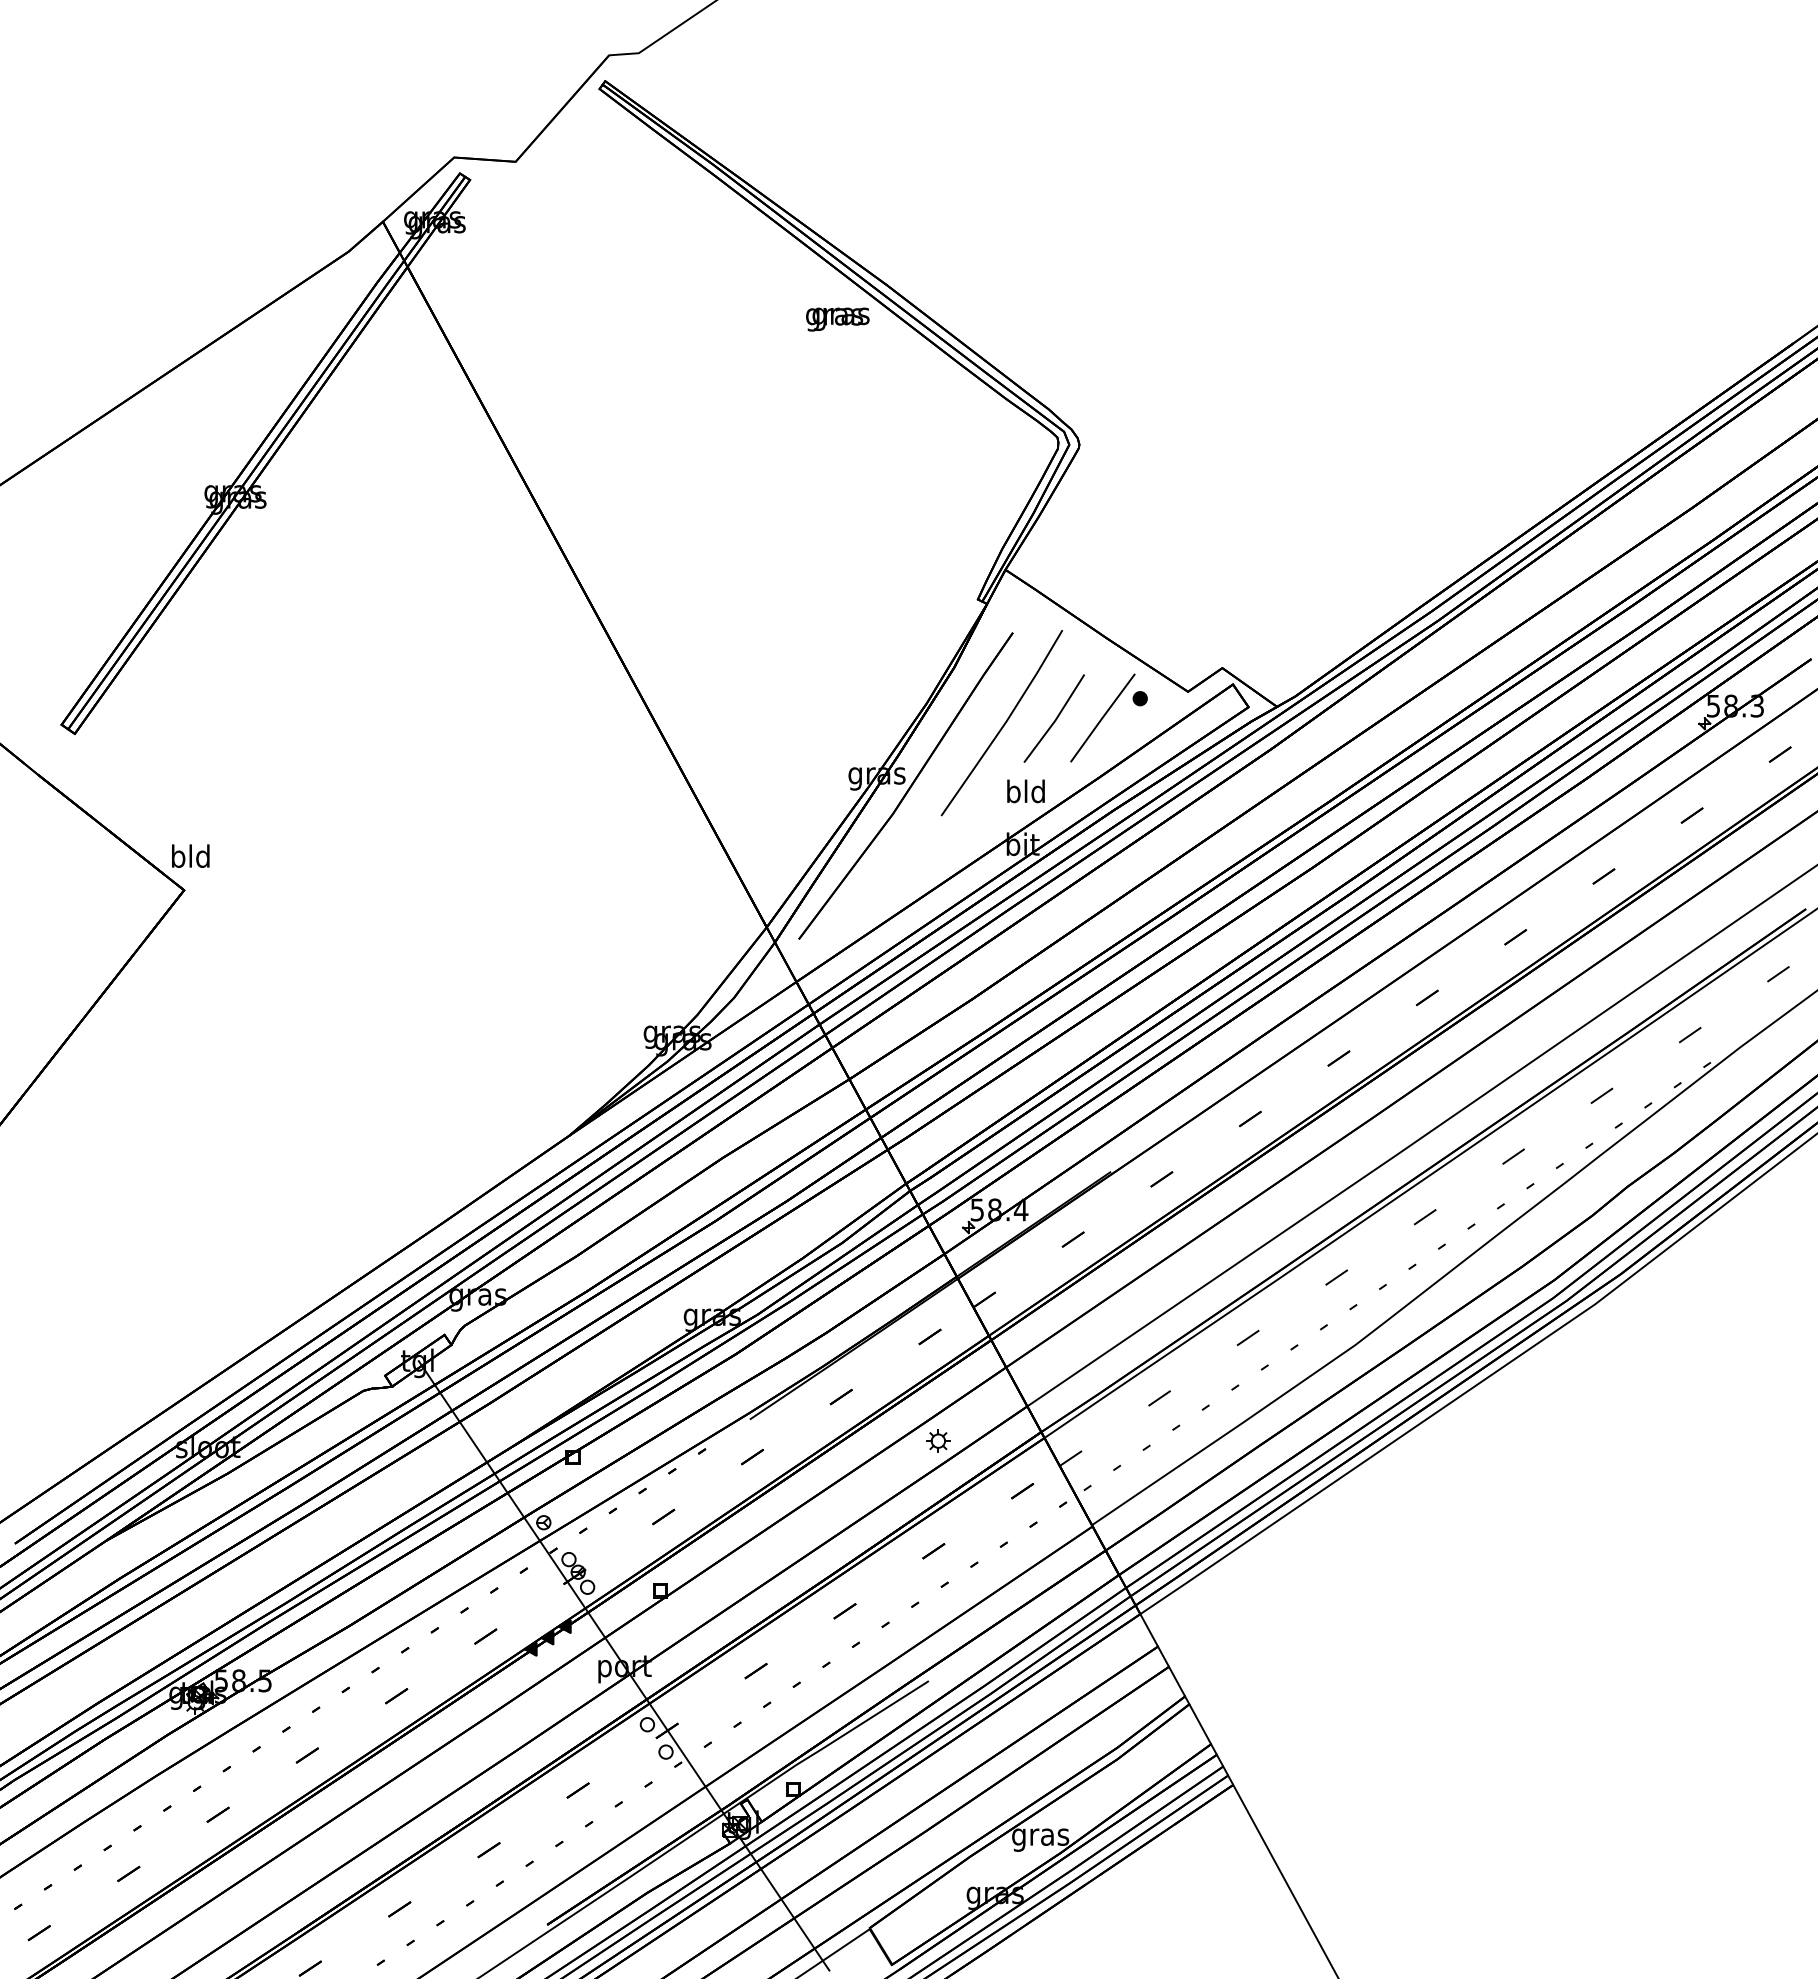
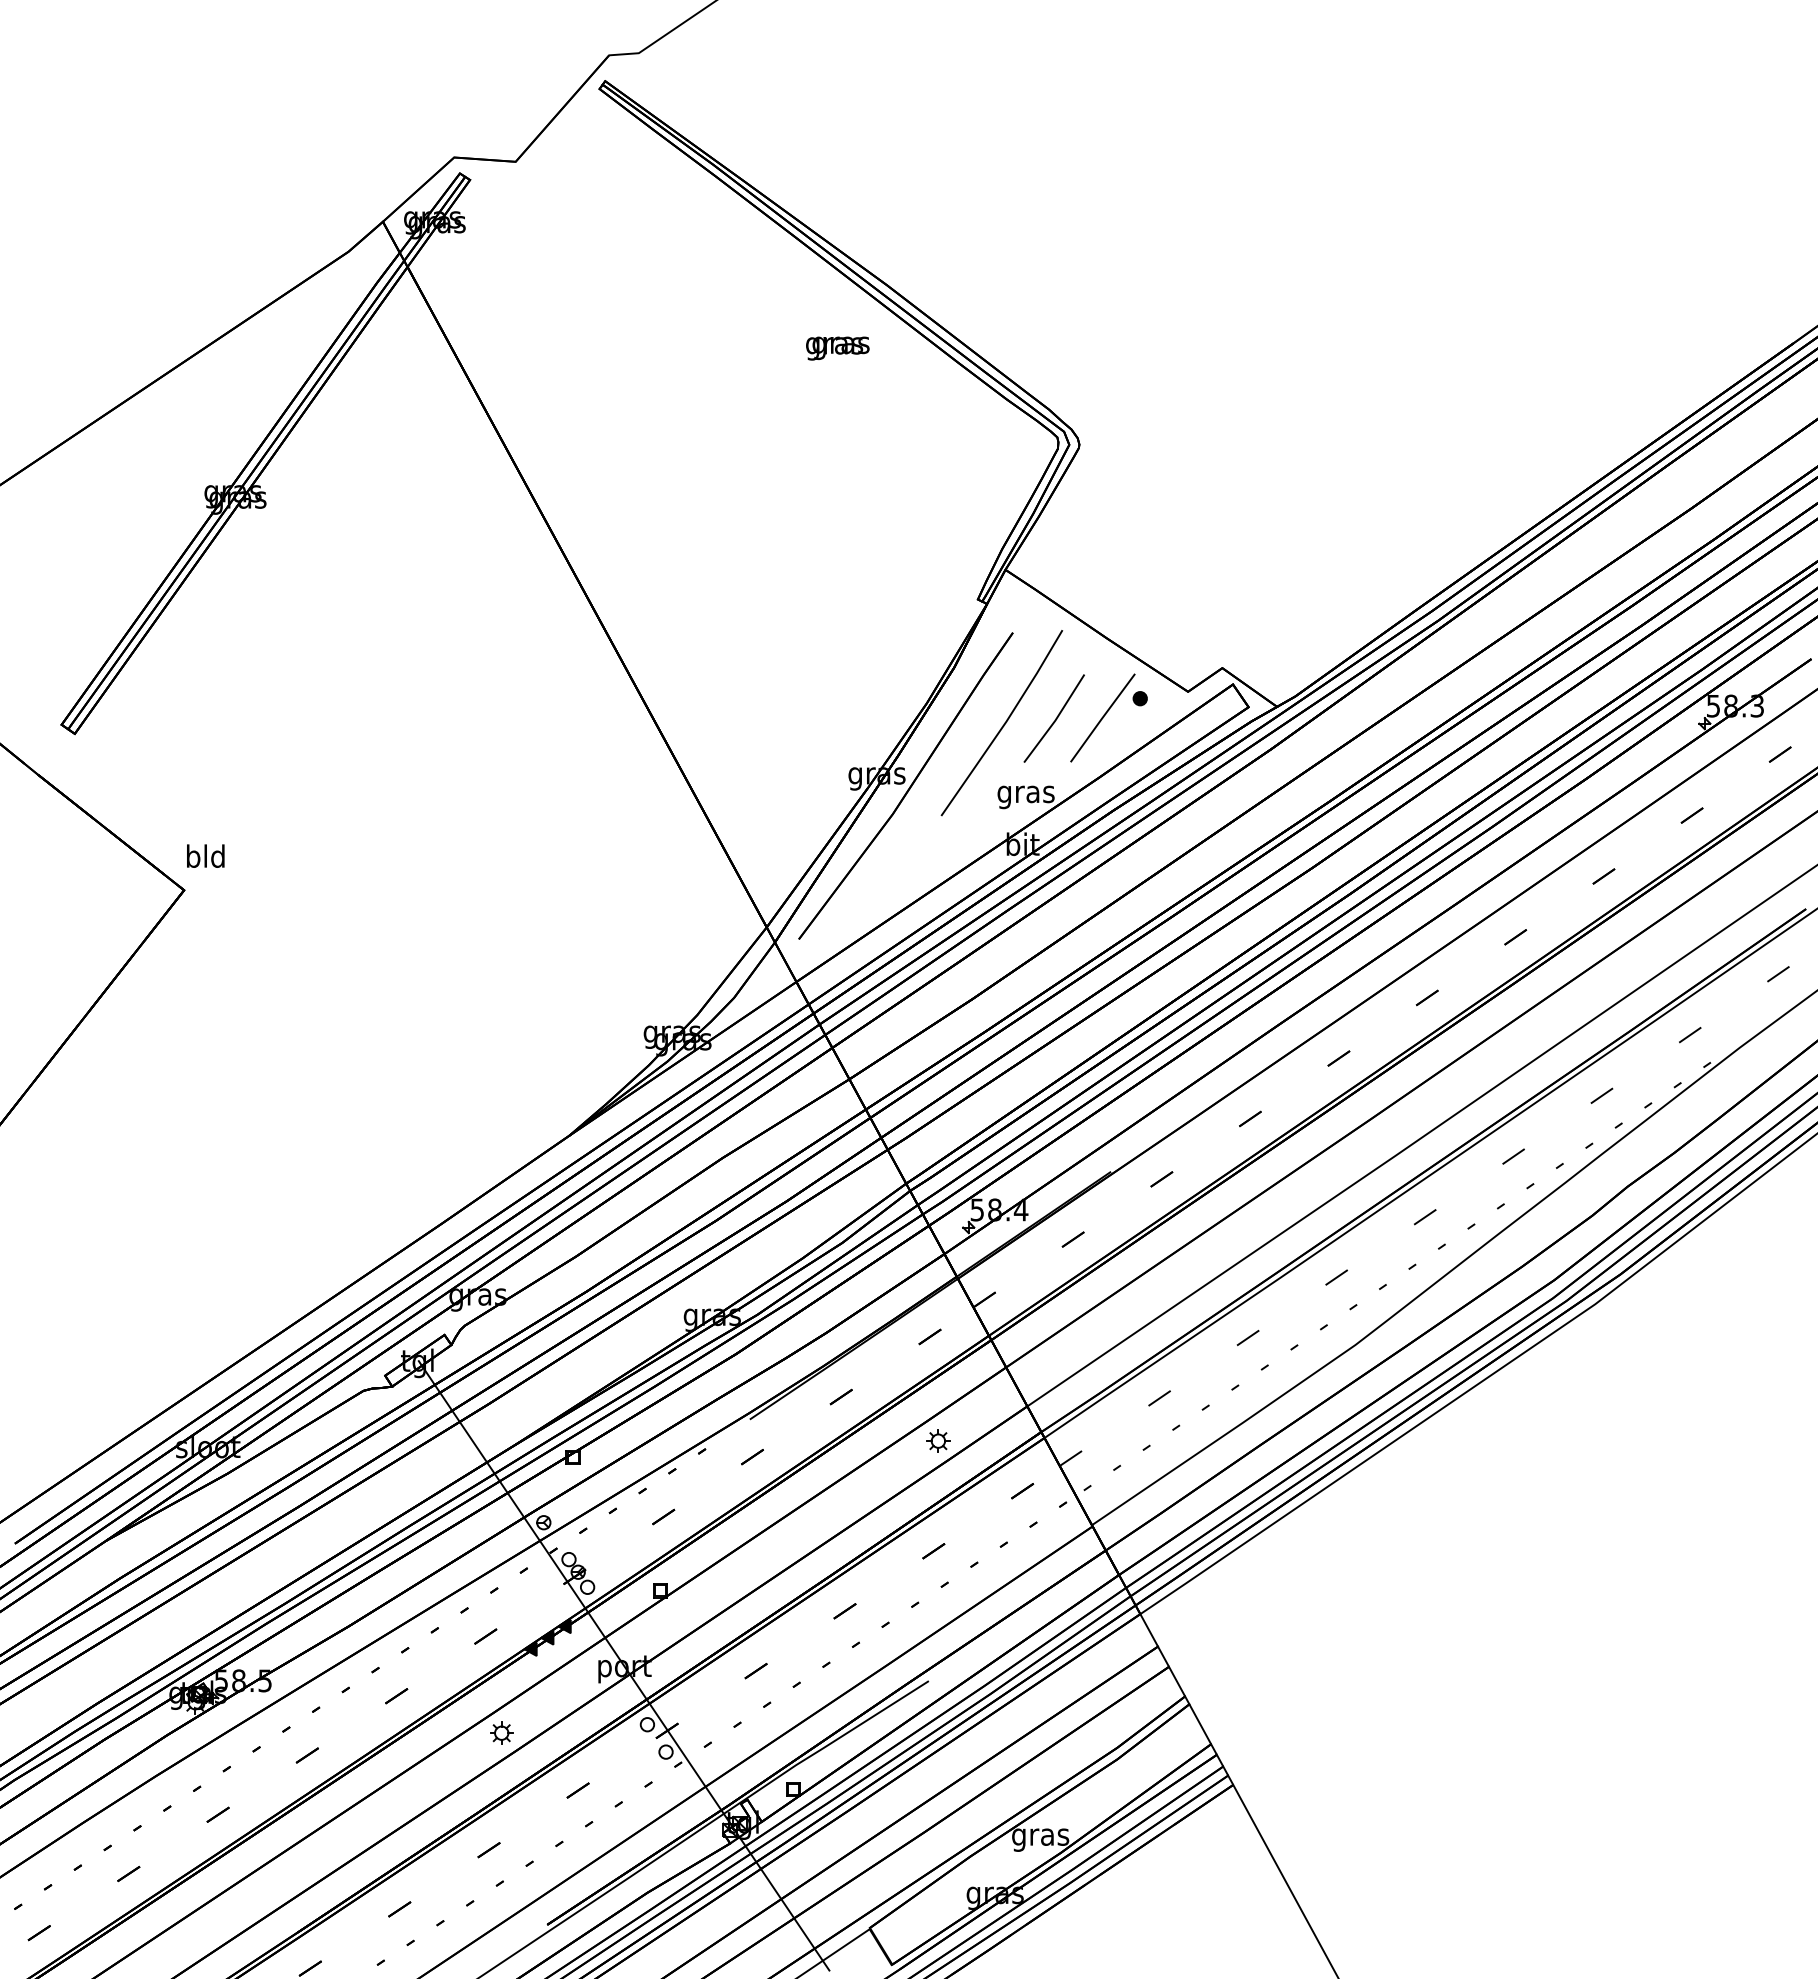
text at (837, 319) position: (837, 319) -> (837, 348)
text at (1025, 794): bld -> gras
text at (190, 855) position: (190, 855) -> (205, 855)
part at (501, 1732): none -> present
